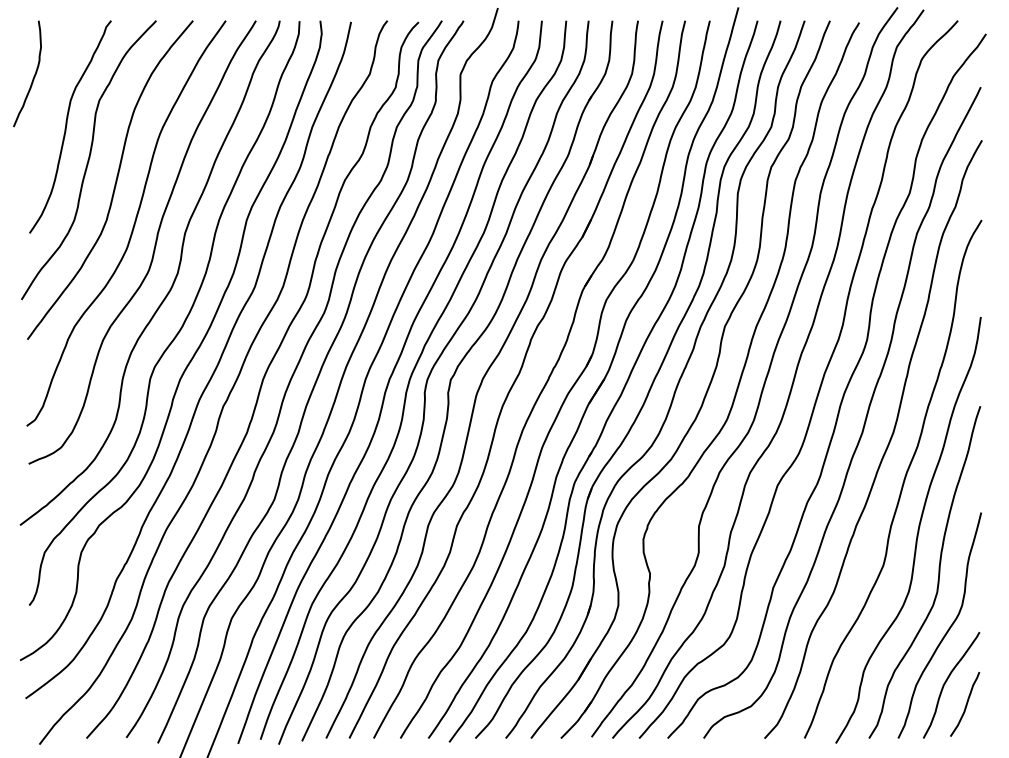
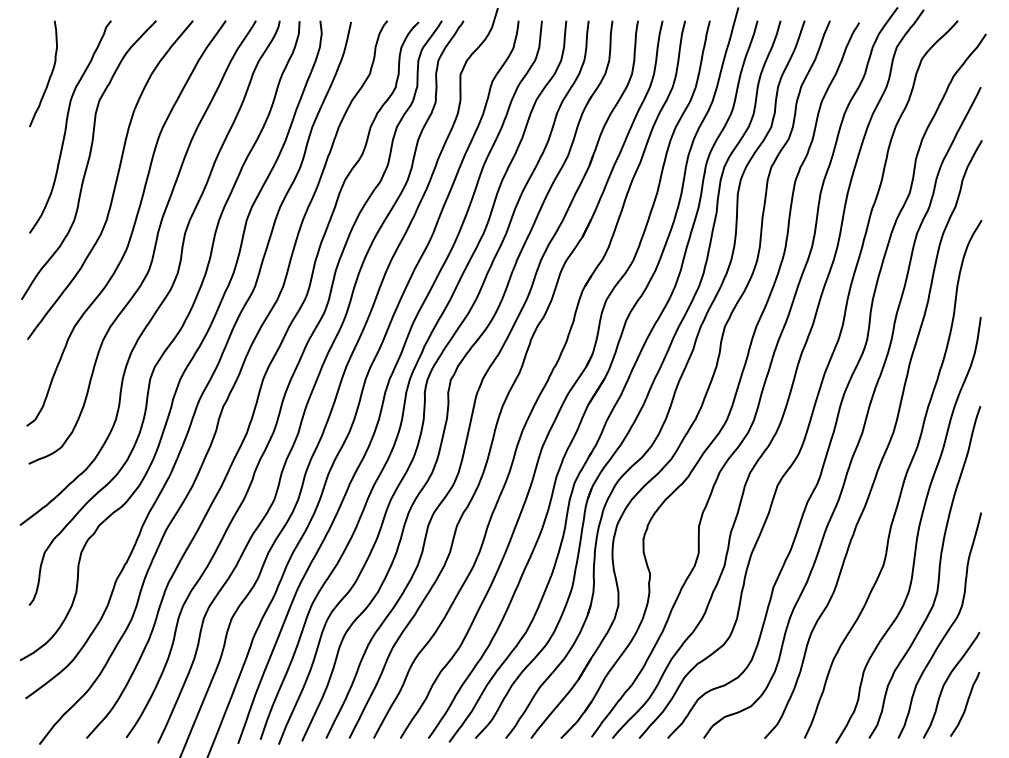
curve at (33, 76) position: (33, 76) -> (49, 76)
